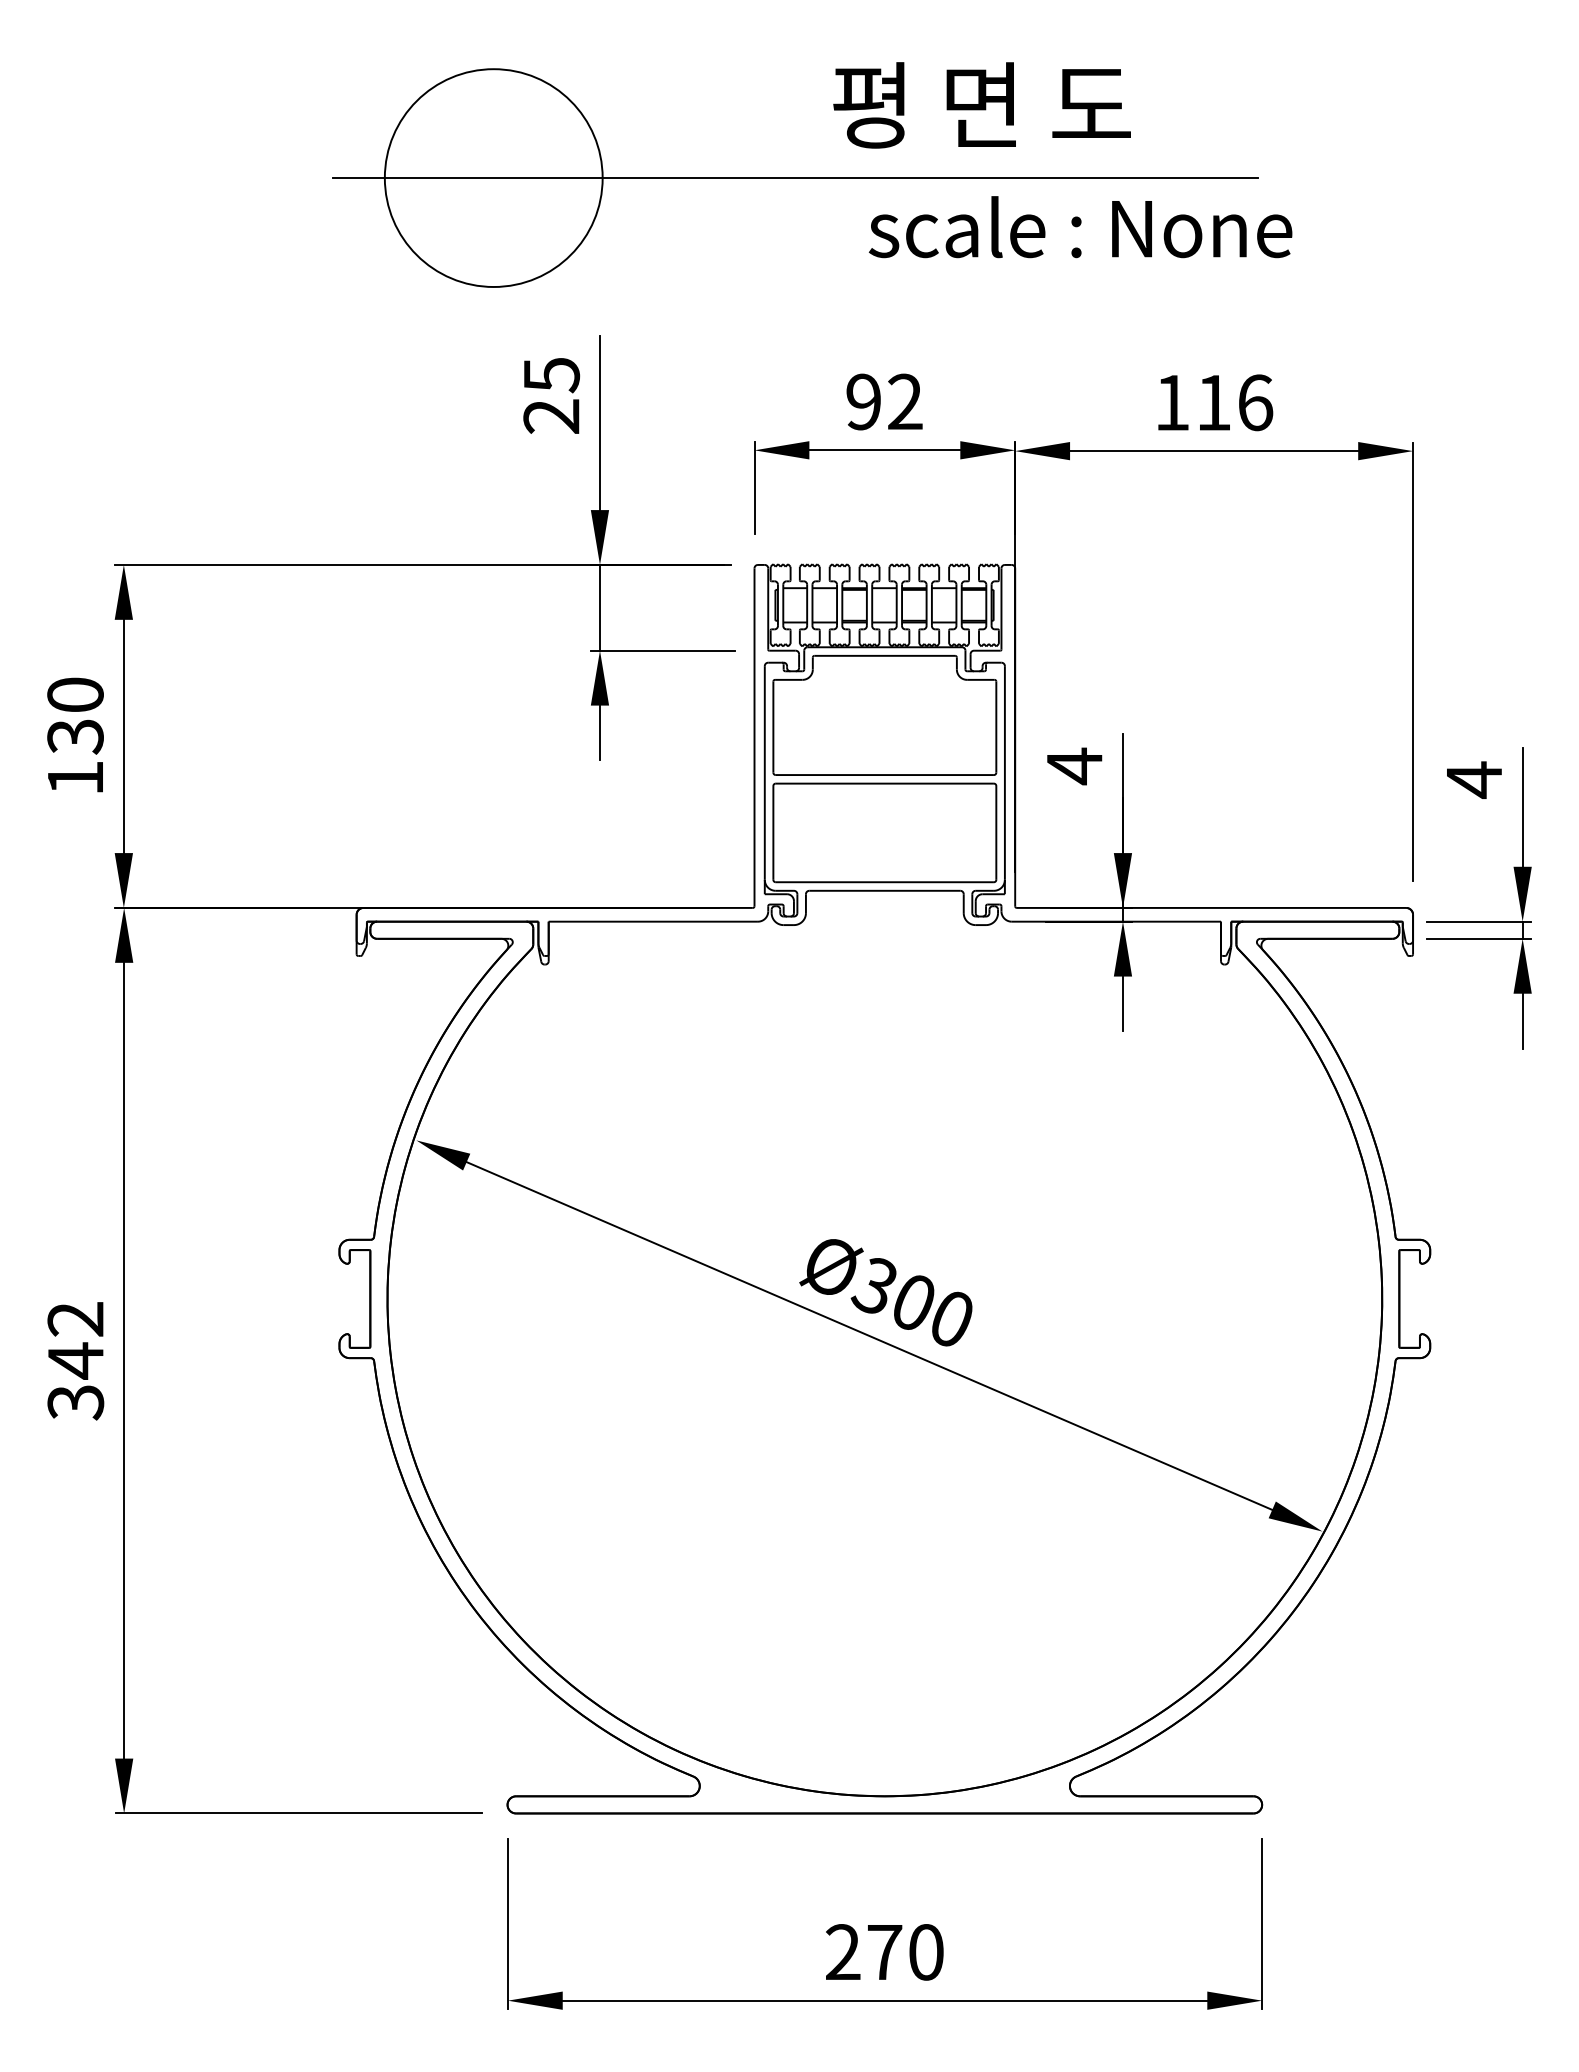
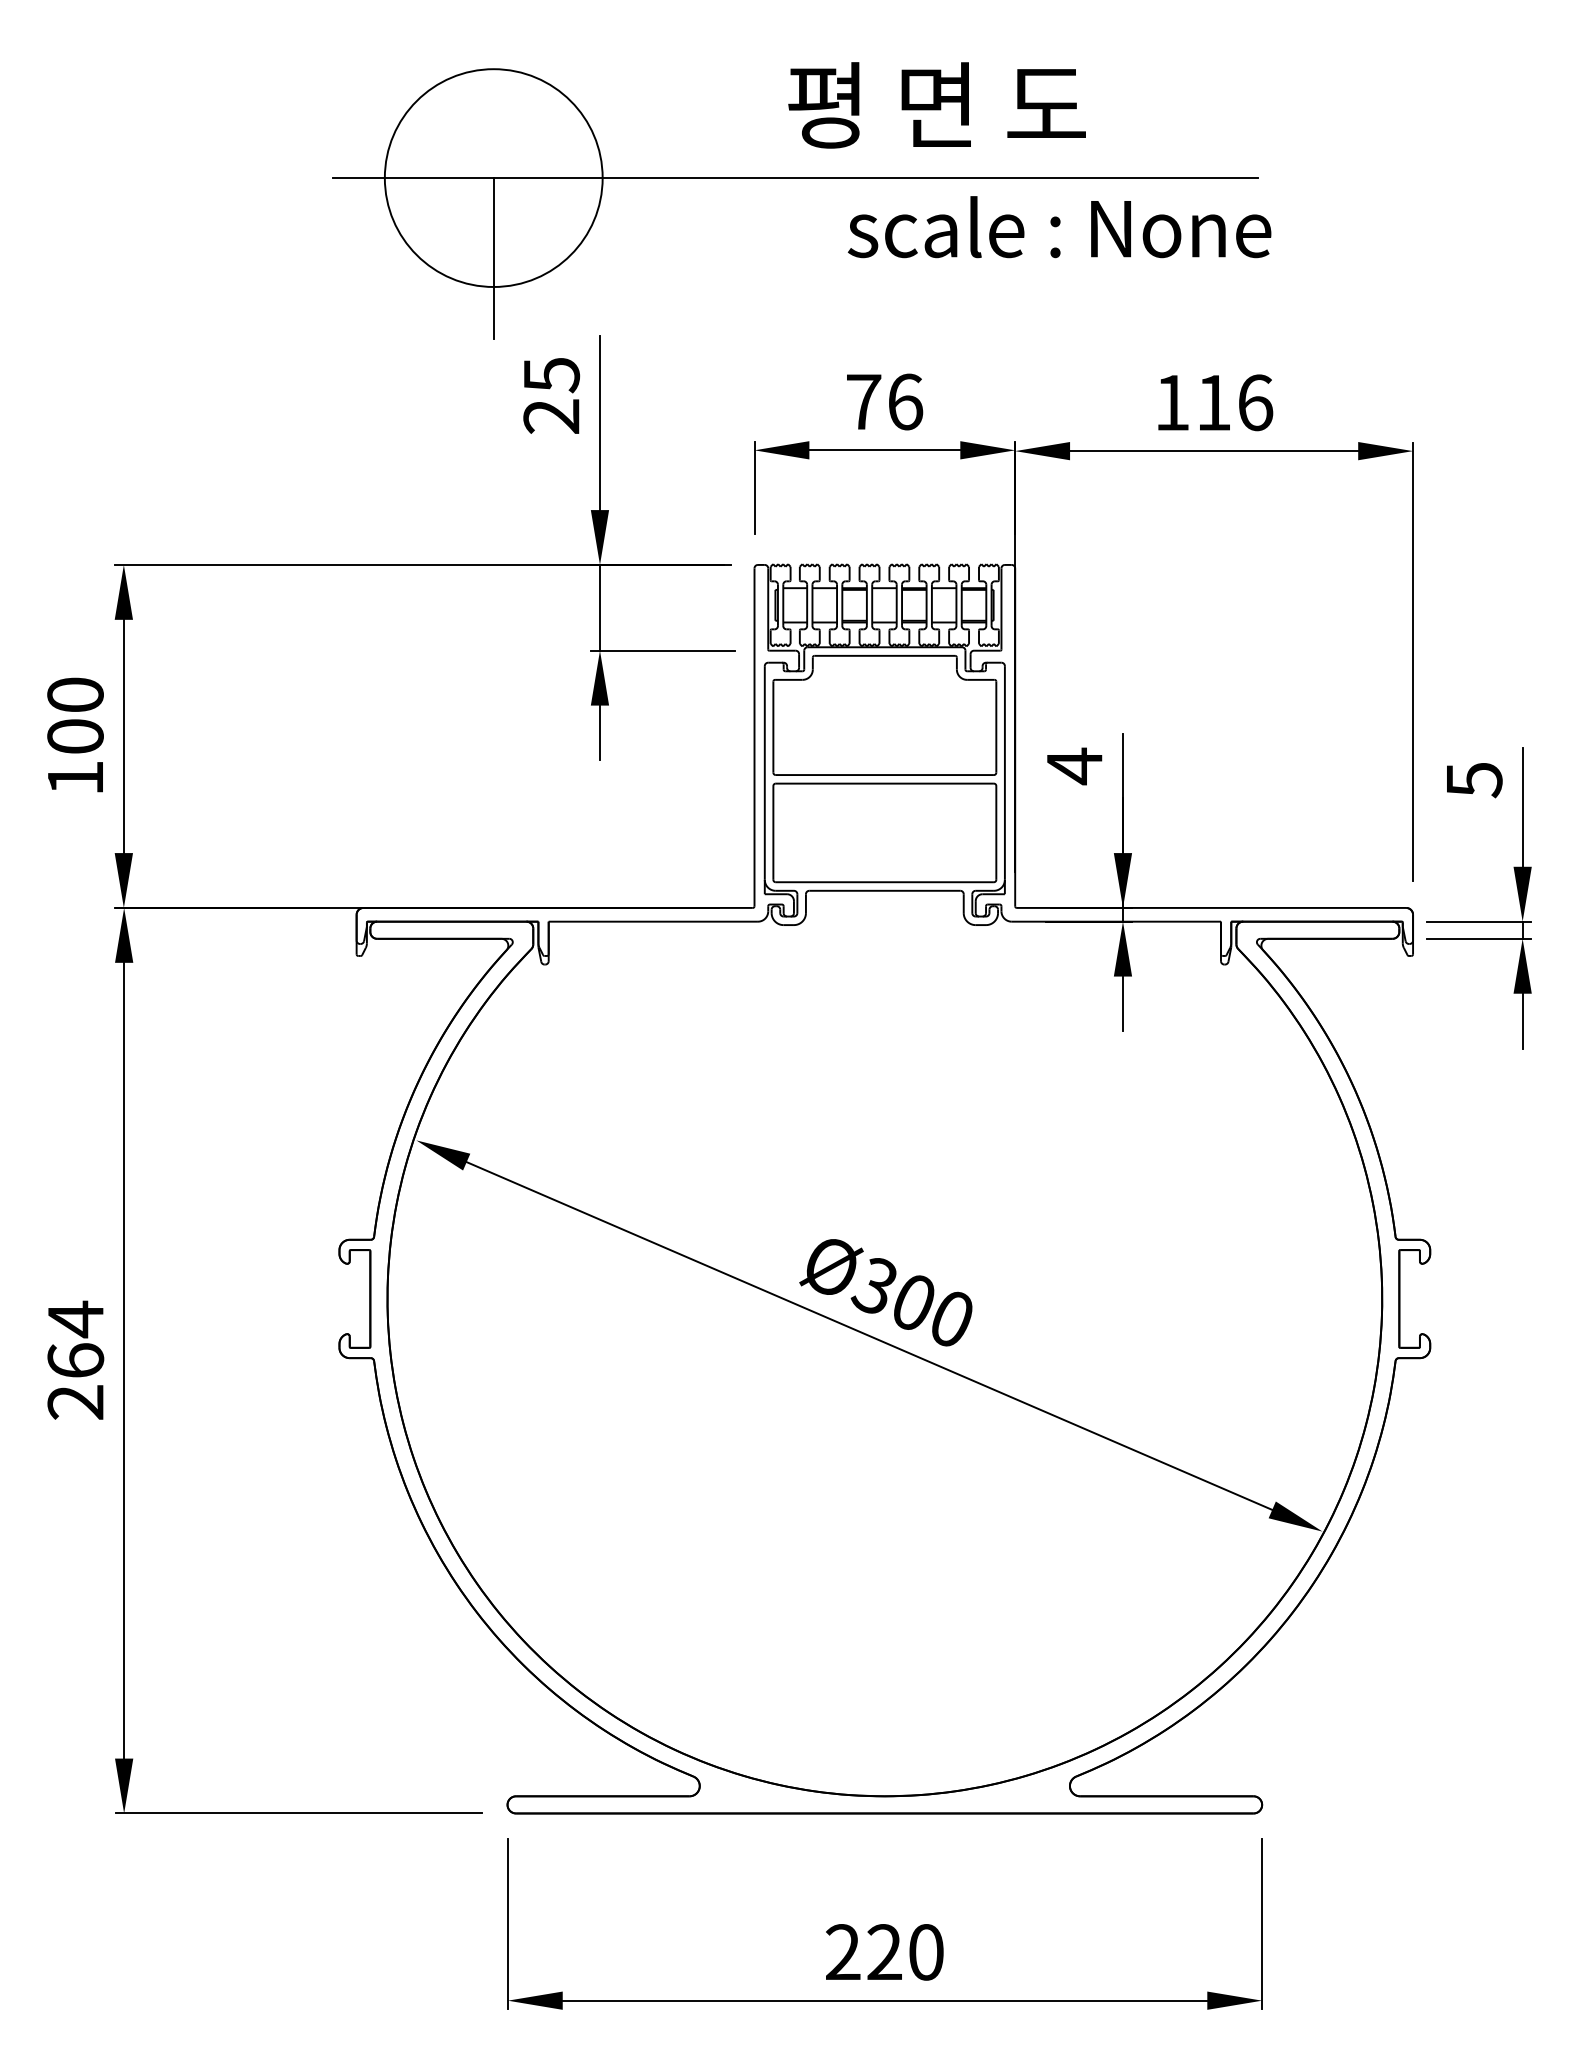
text at (981, 105) position: (981, 105) -> (936, 105)
text at (1080, 227) position: (1080, 227) -> (1059, 227)
line at (493, 258): none -> present
text at (884, 401): 92 -> 76
text at (75, 736): 130 -> 100
text at (1474, 779): 4 -> 5
text at (75, 1360): 342 -> 264
text at (884, 1951): 270 -> 220
